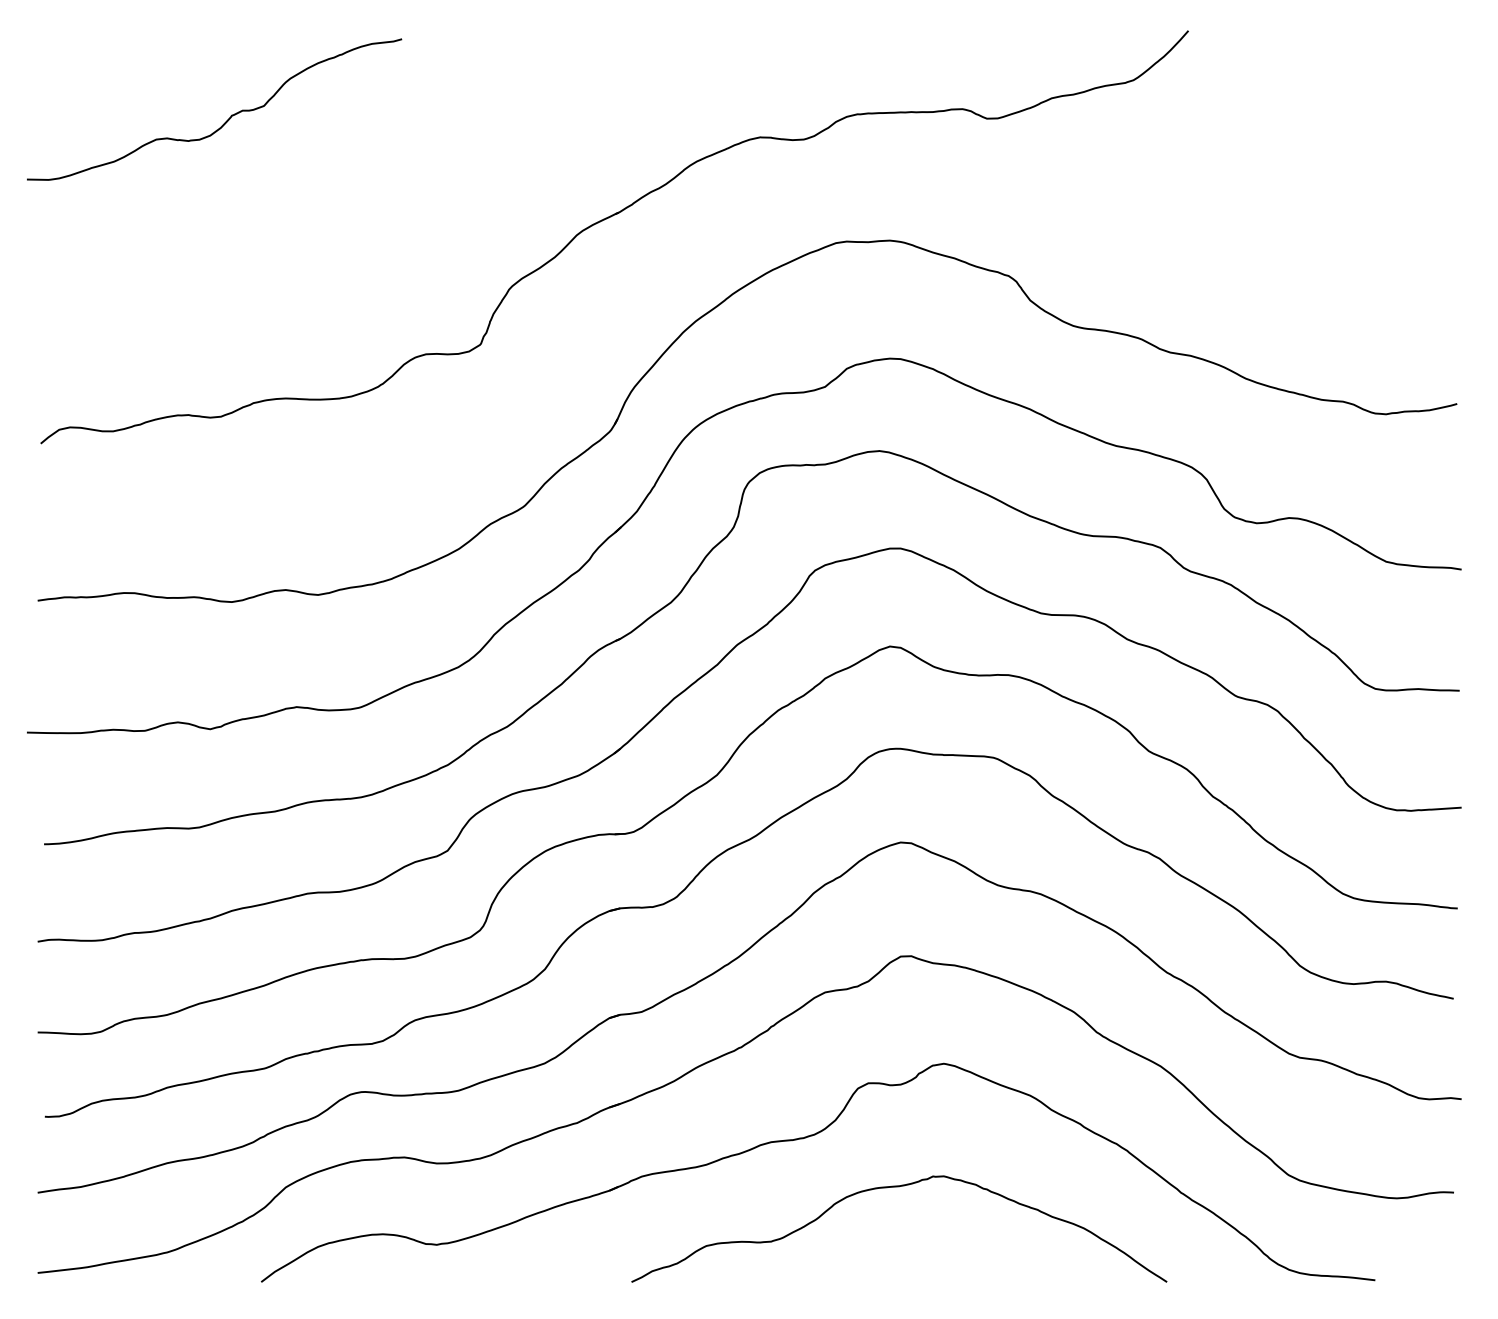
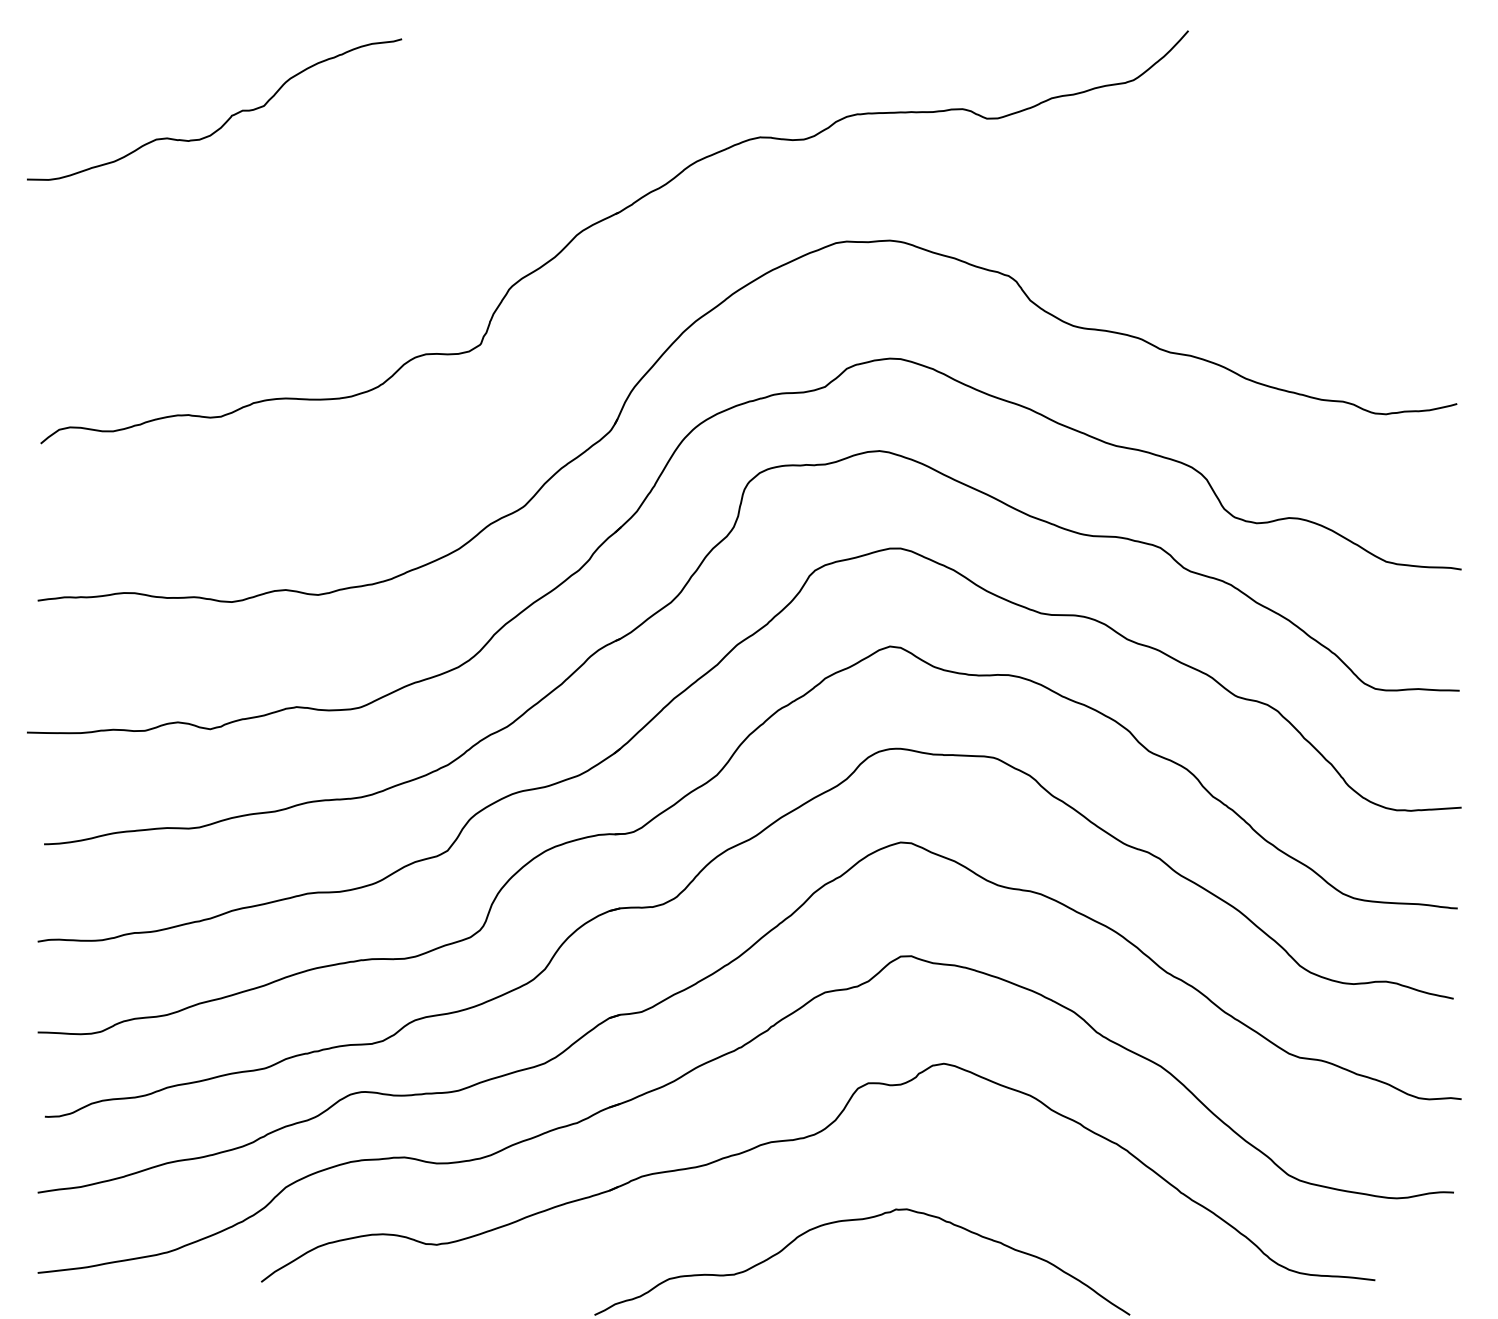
curve at (899, 1187) position: (899, 1187) -> (862, 1220)
